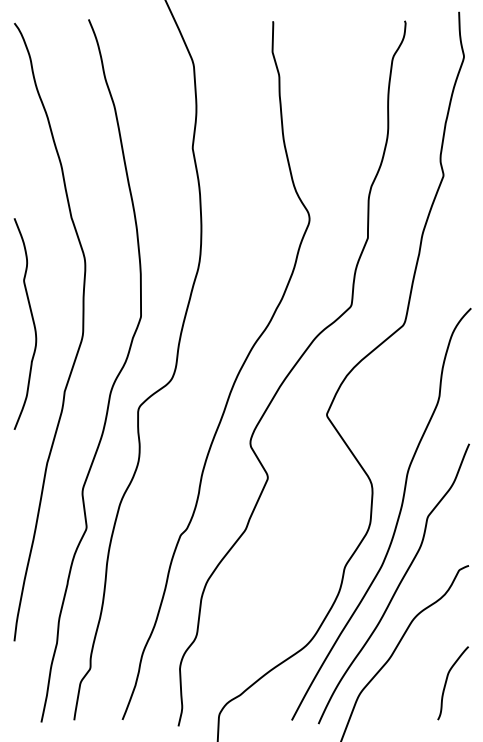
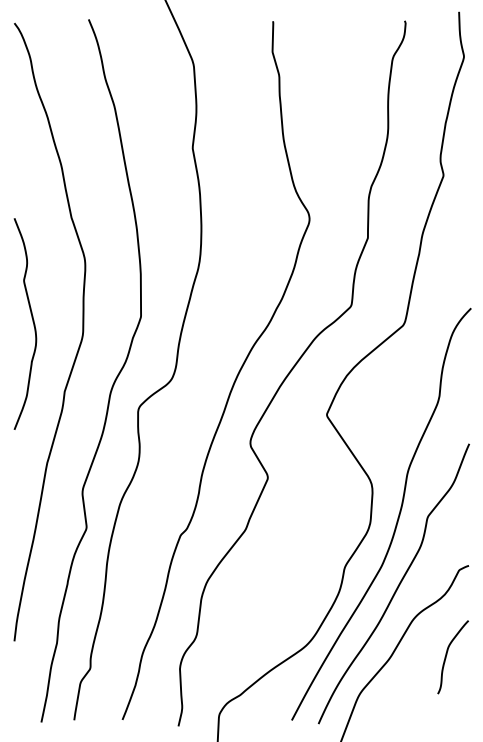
curve at (447, 680) position: (447, 680) -> (447, 654)
